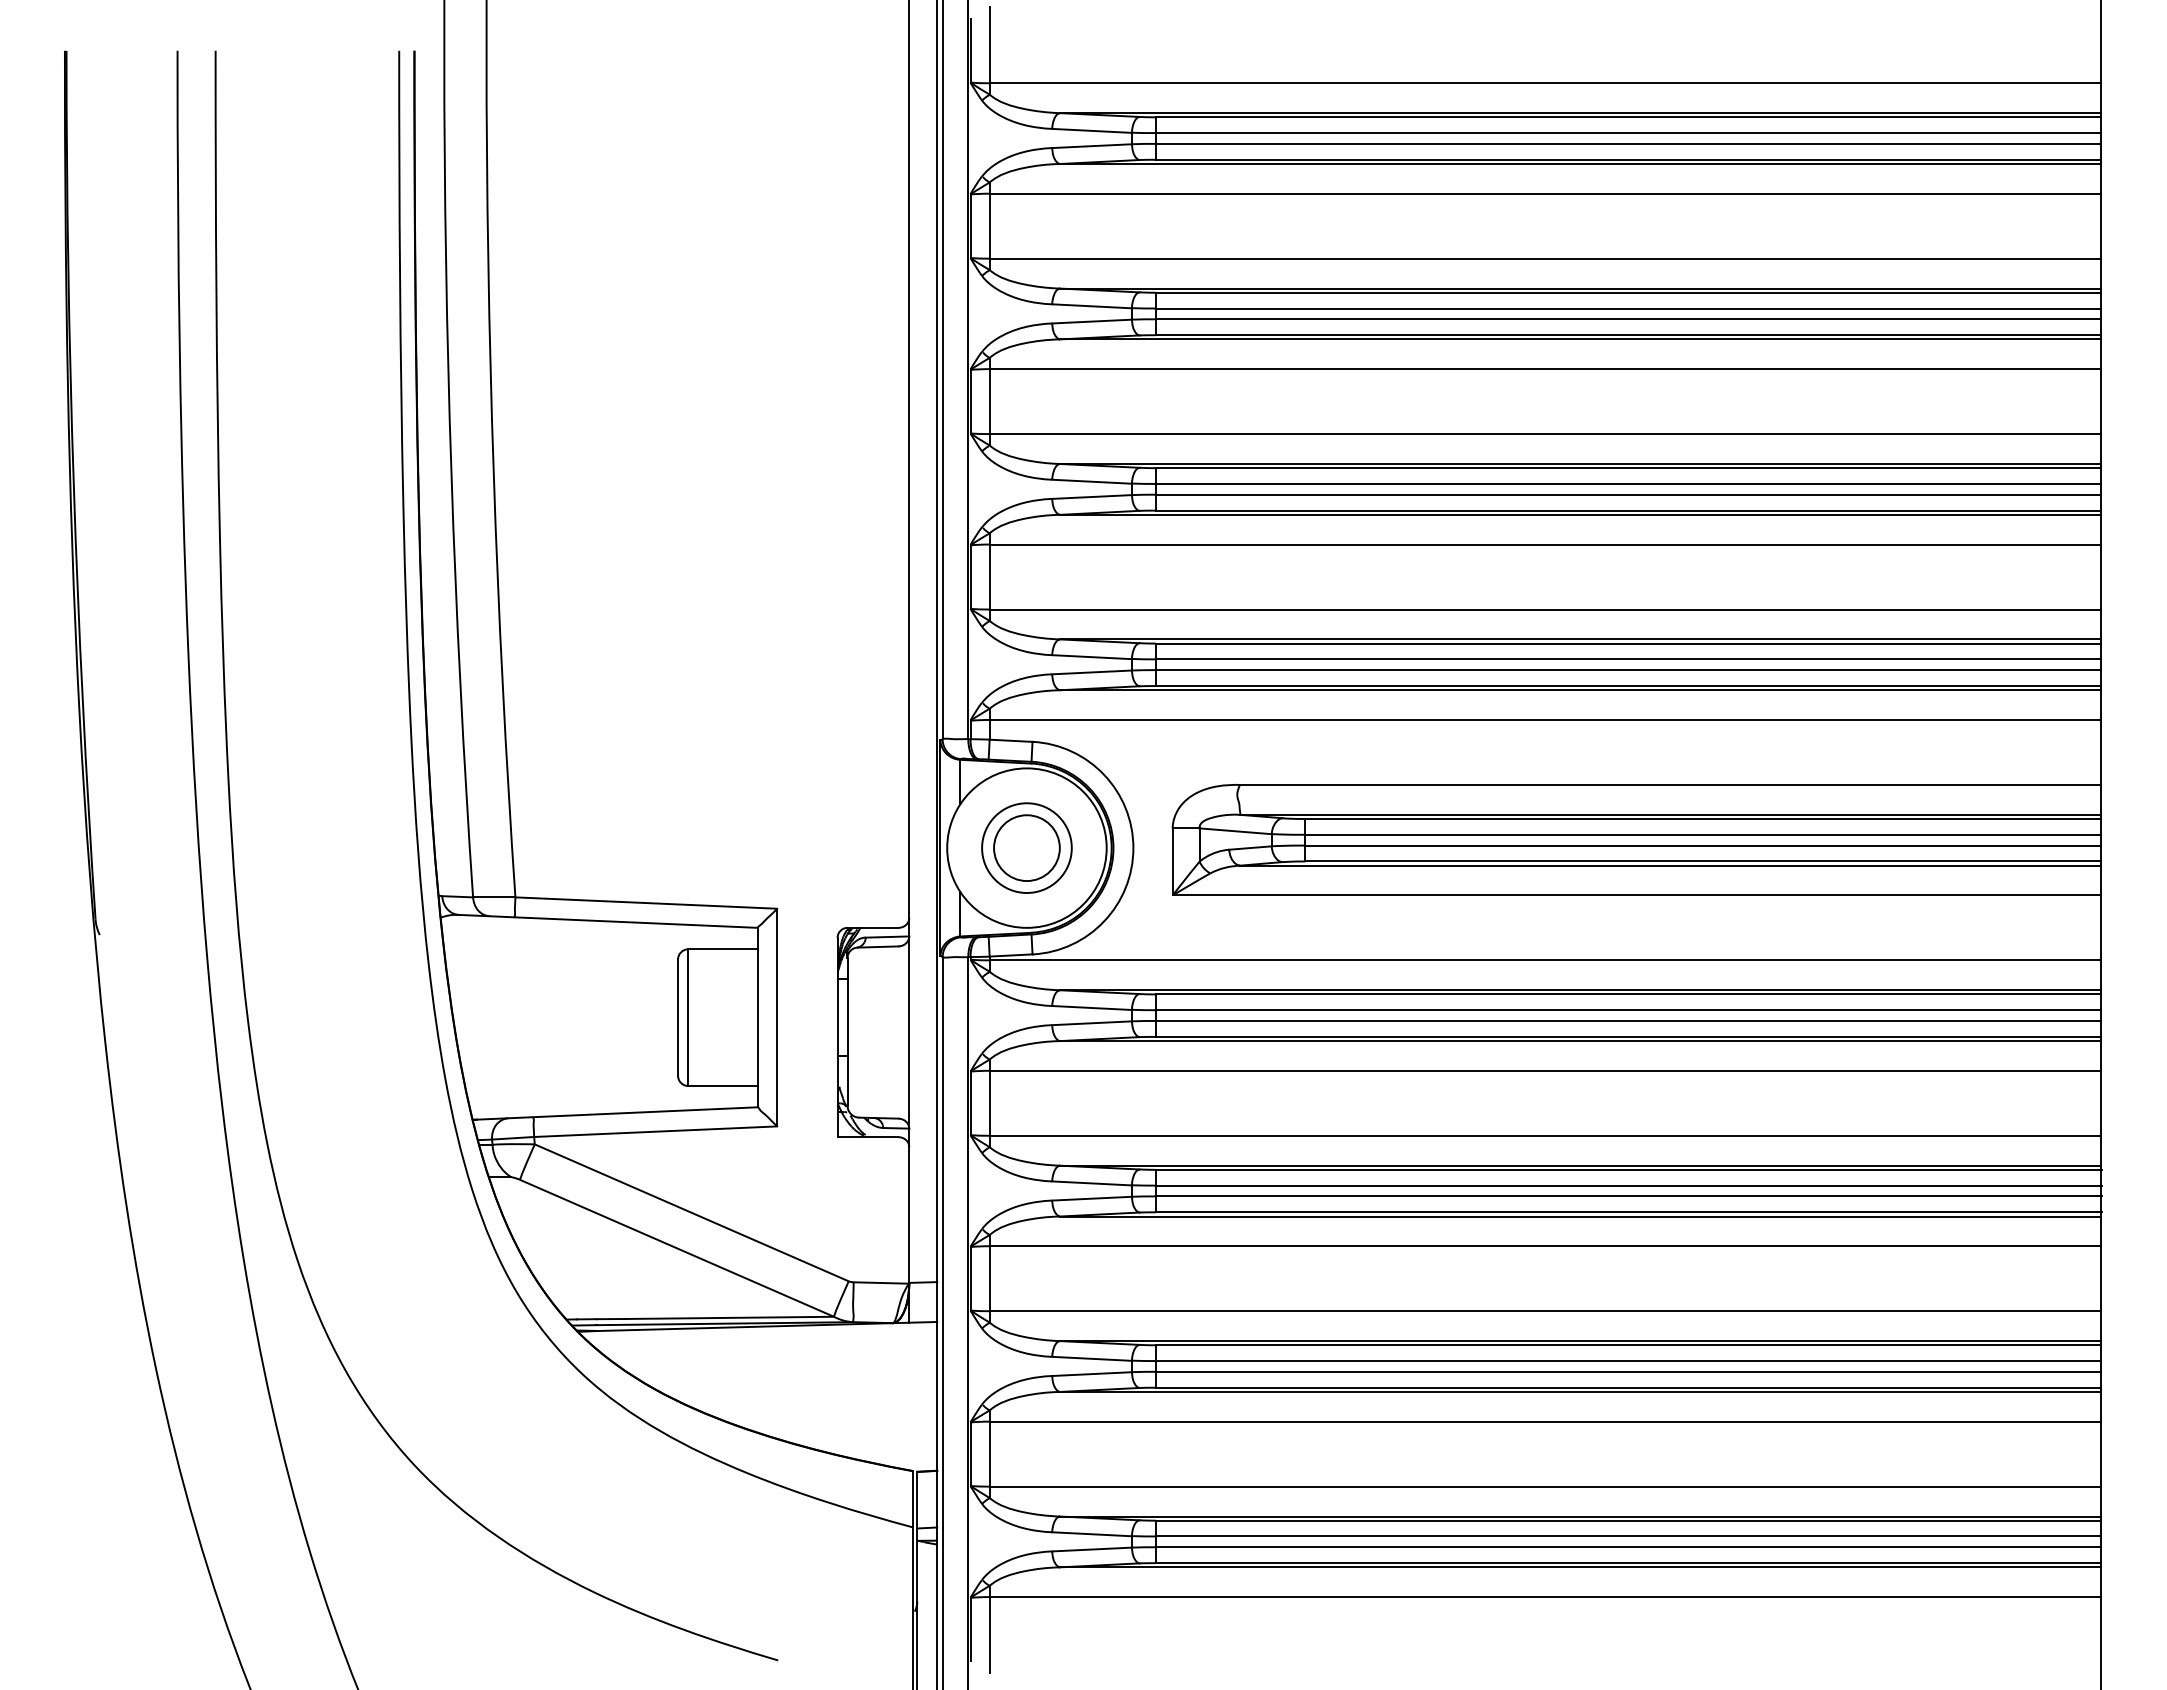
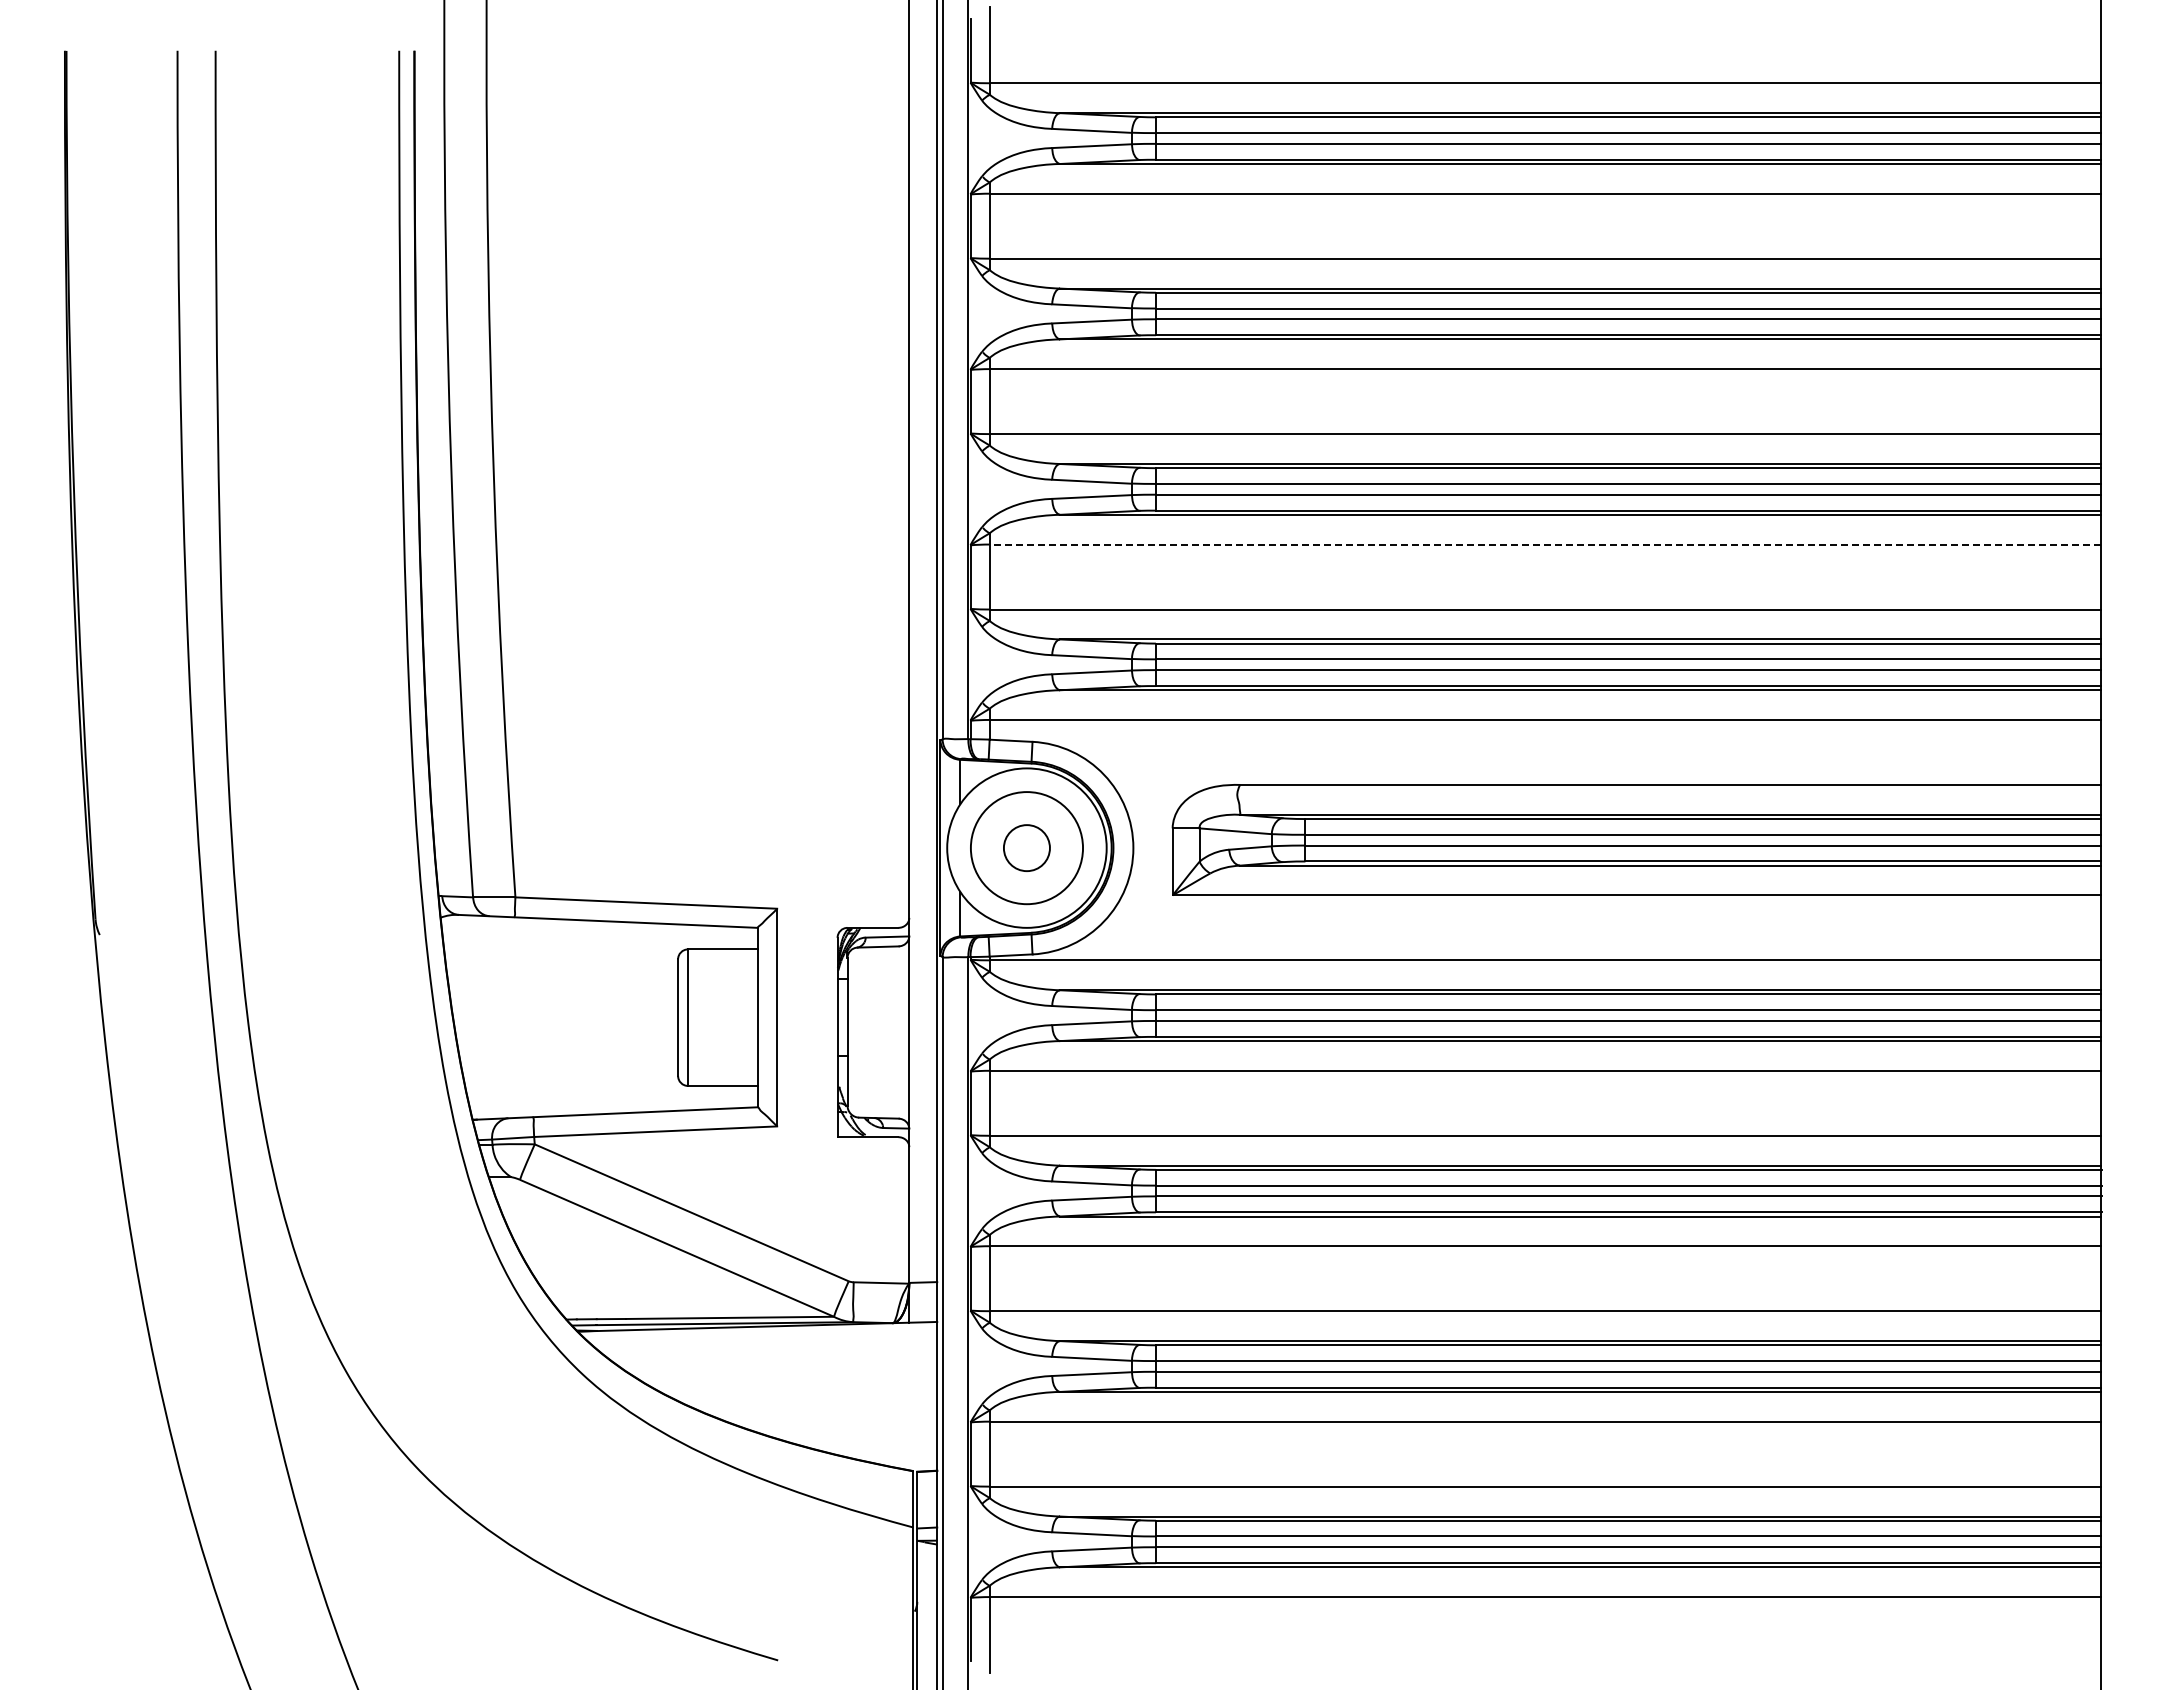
line at (1545, 544): solid -> dashed
circle at (1026, 847) diameter: 90 px -> 112 px
circle at (1026, 848) diameter: 66 px -> 46 px
